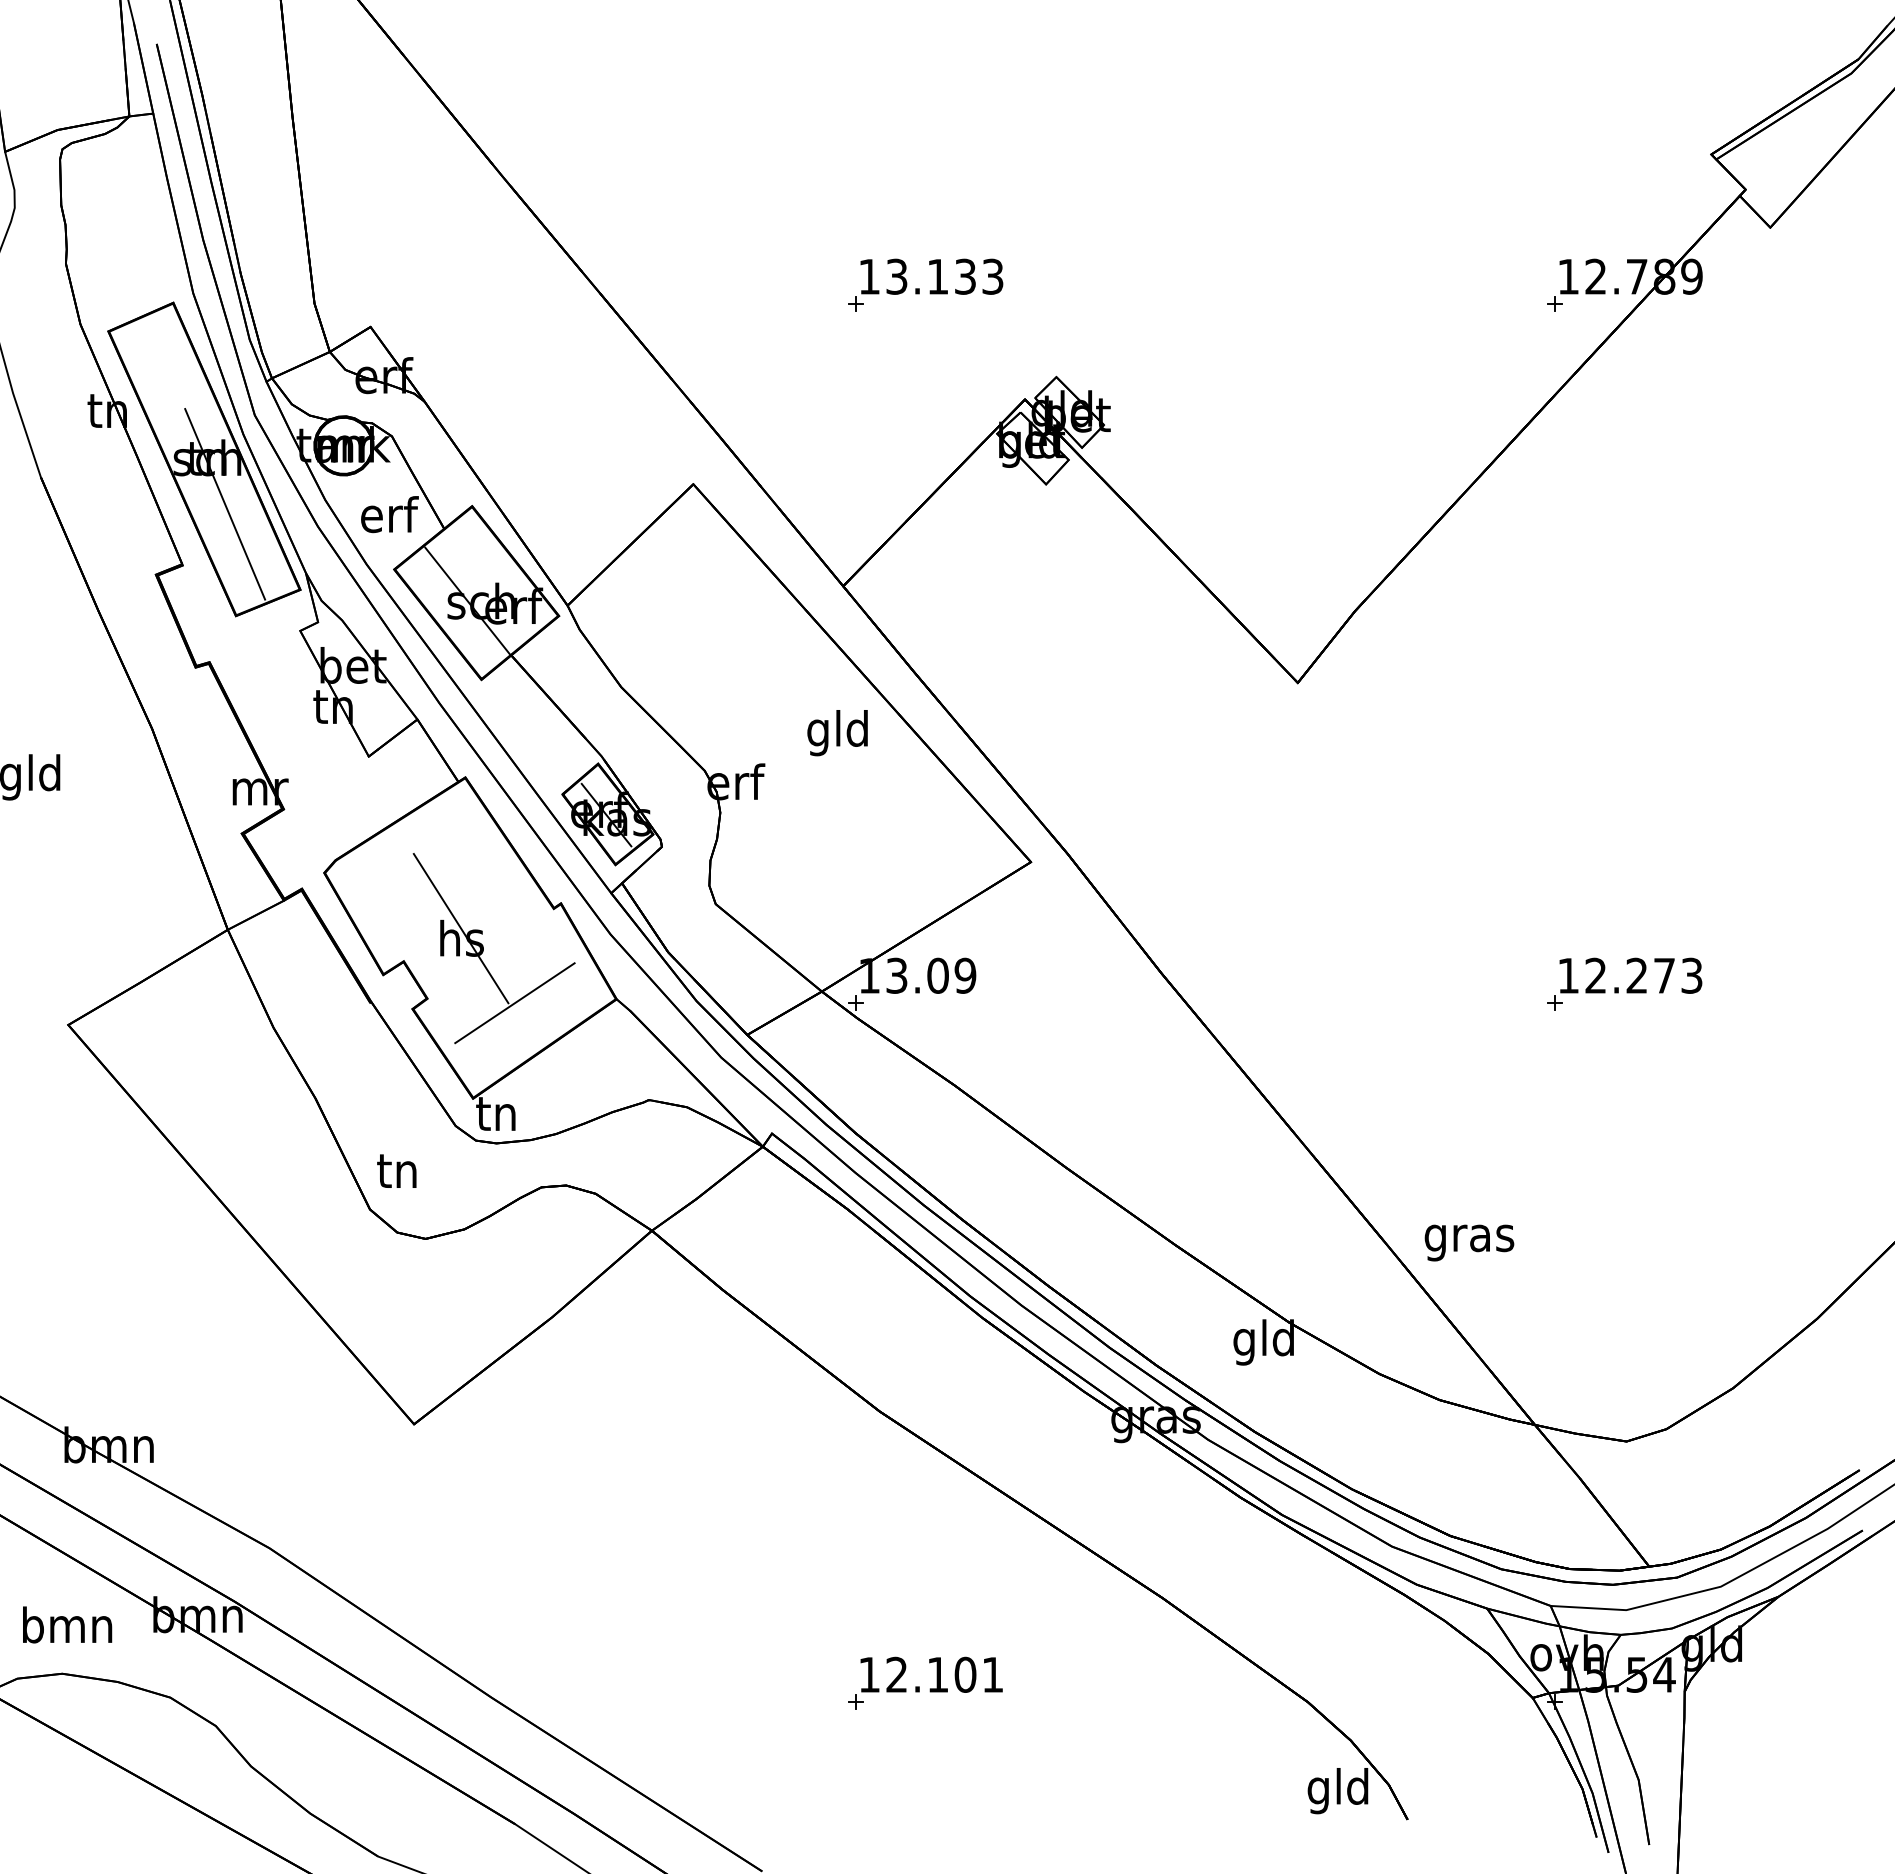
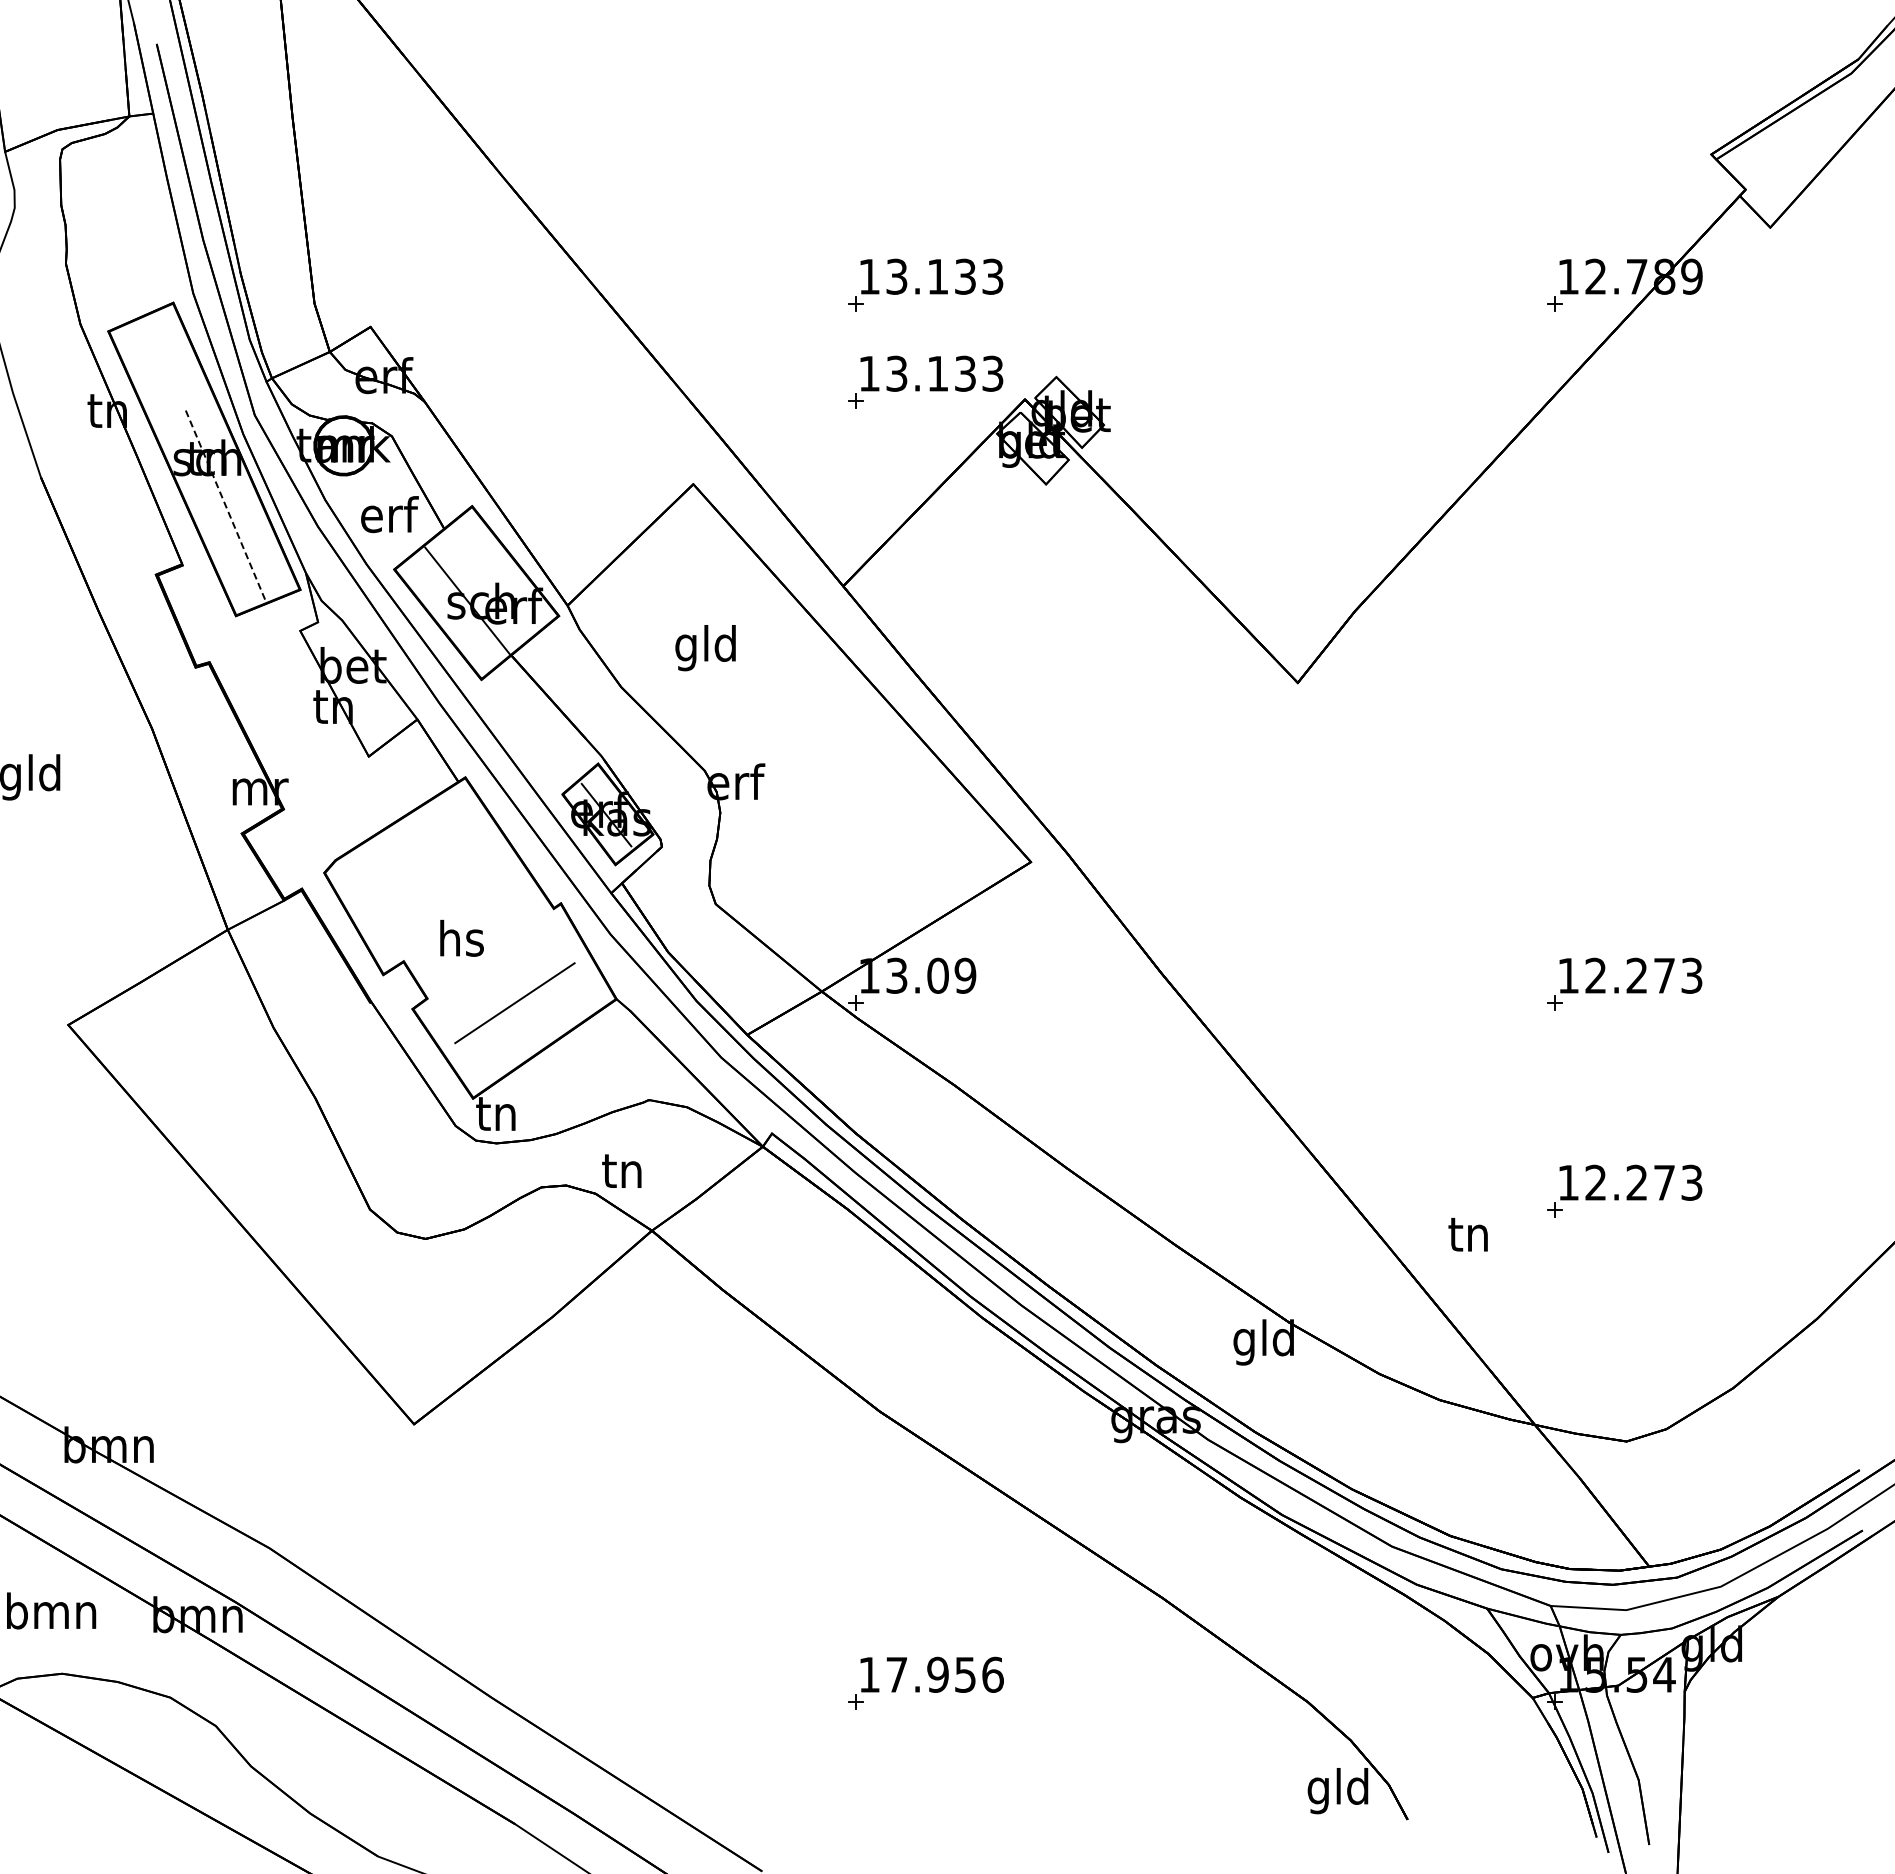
part at (919, 385): none -> present
line at (224, 503): solid -> dashed
text at (837, 733) position: (837, 733) -> (705, 648)
line at (460, 928): present -> none
text at (396, 1170) position: (396, 1170) -> (621, 1170)
part at (1624, 1190): none -> present
text at (1469, 1239): gras -> tn
text at (67, 1624) position: (67, 1624) -> (51, 1610)
text at (944, 1674): 12.101 -> 17.956
